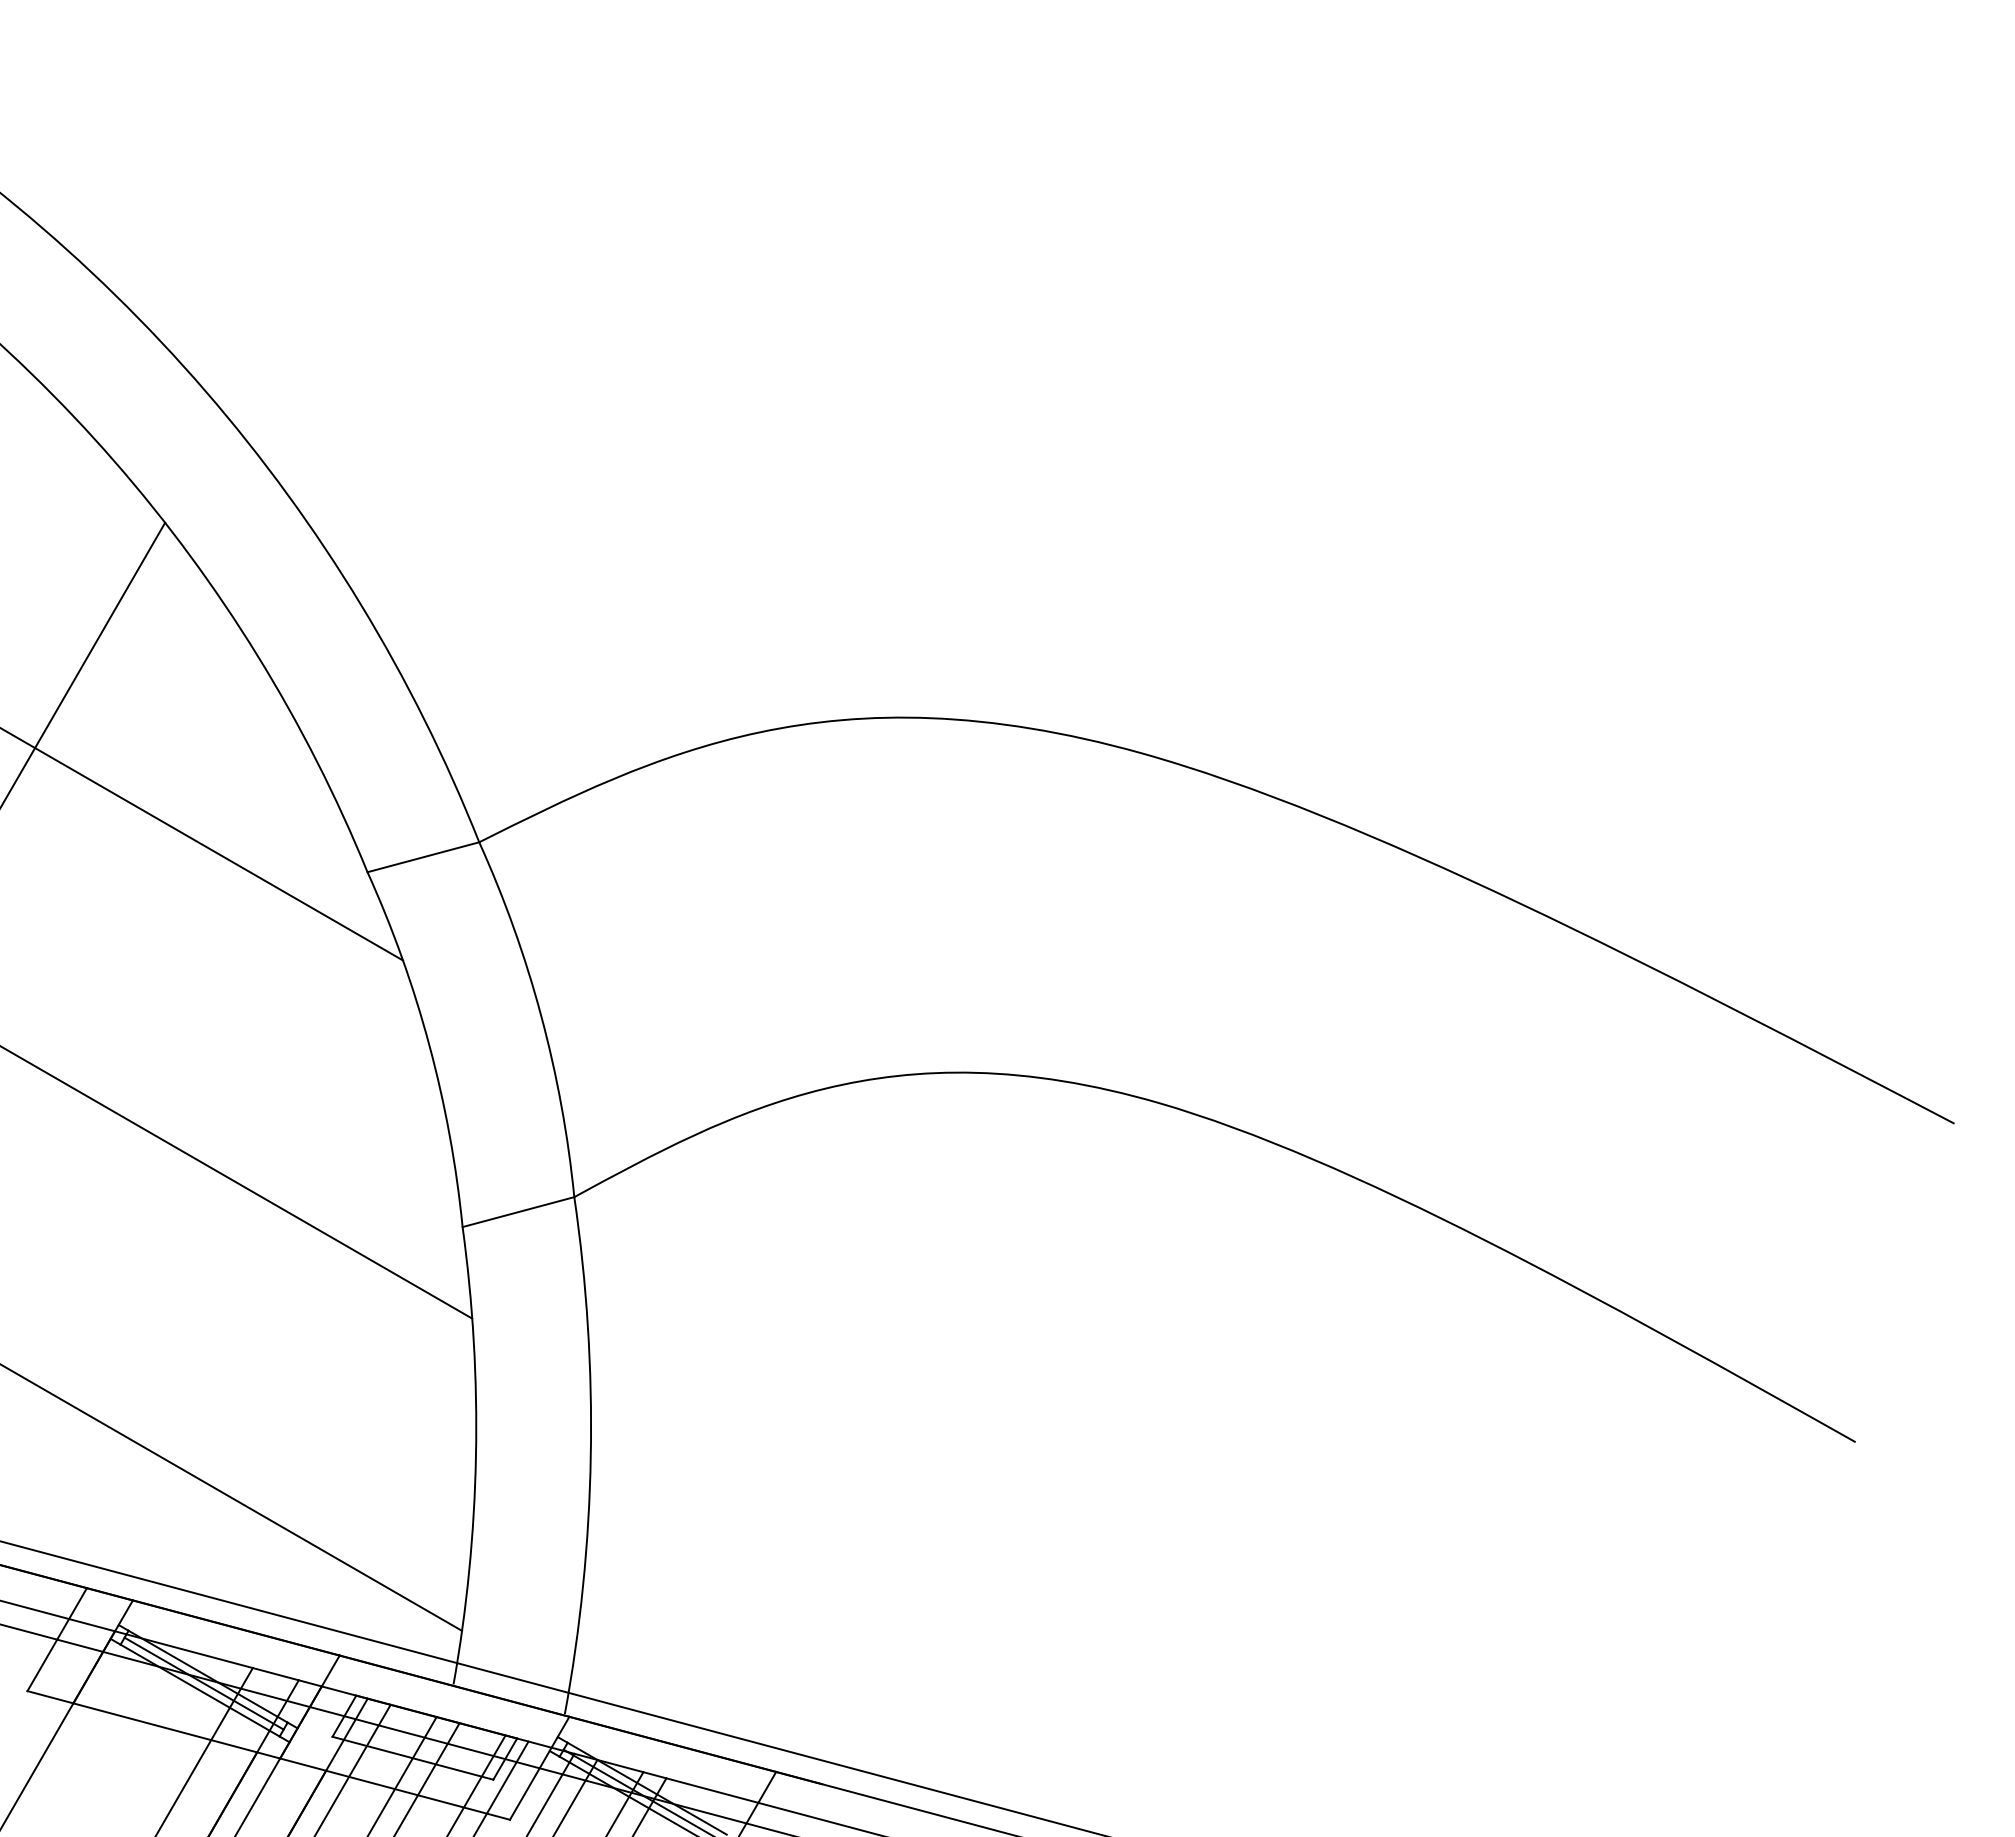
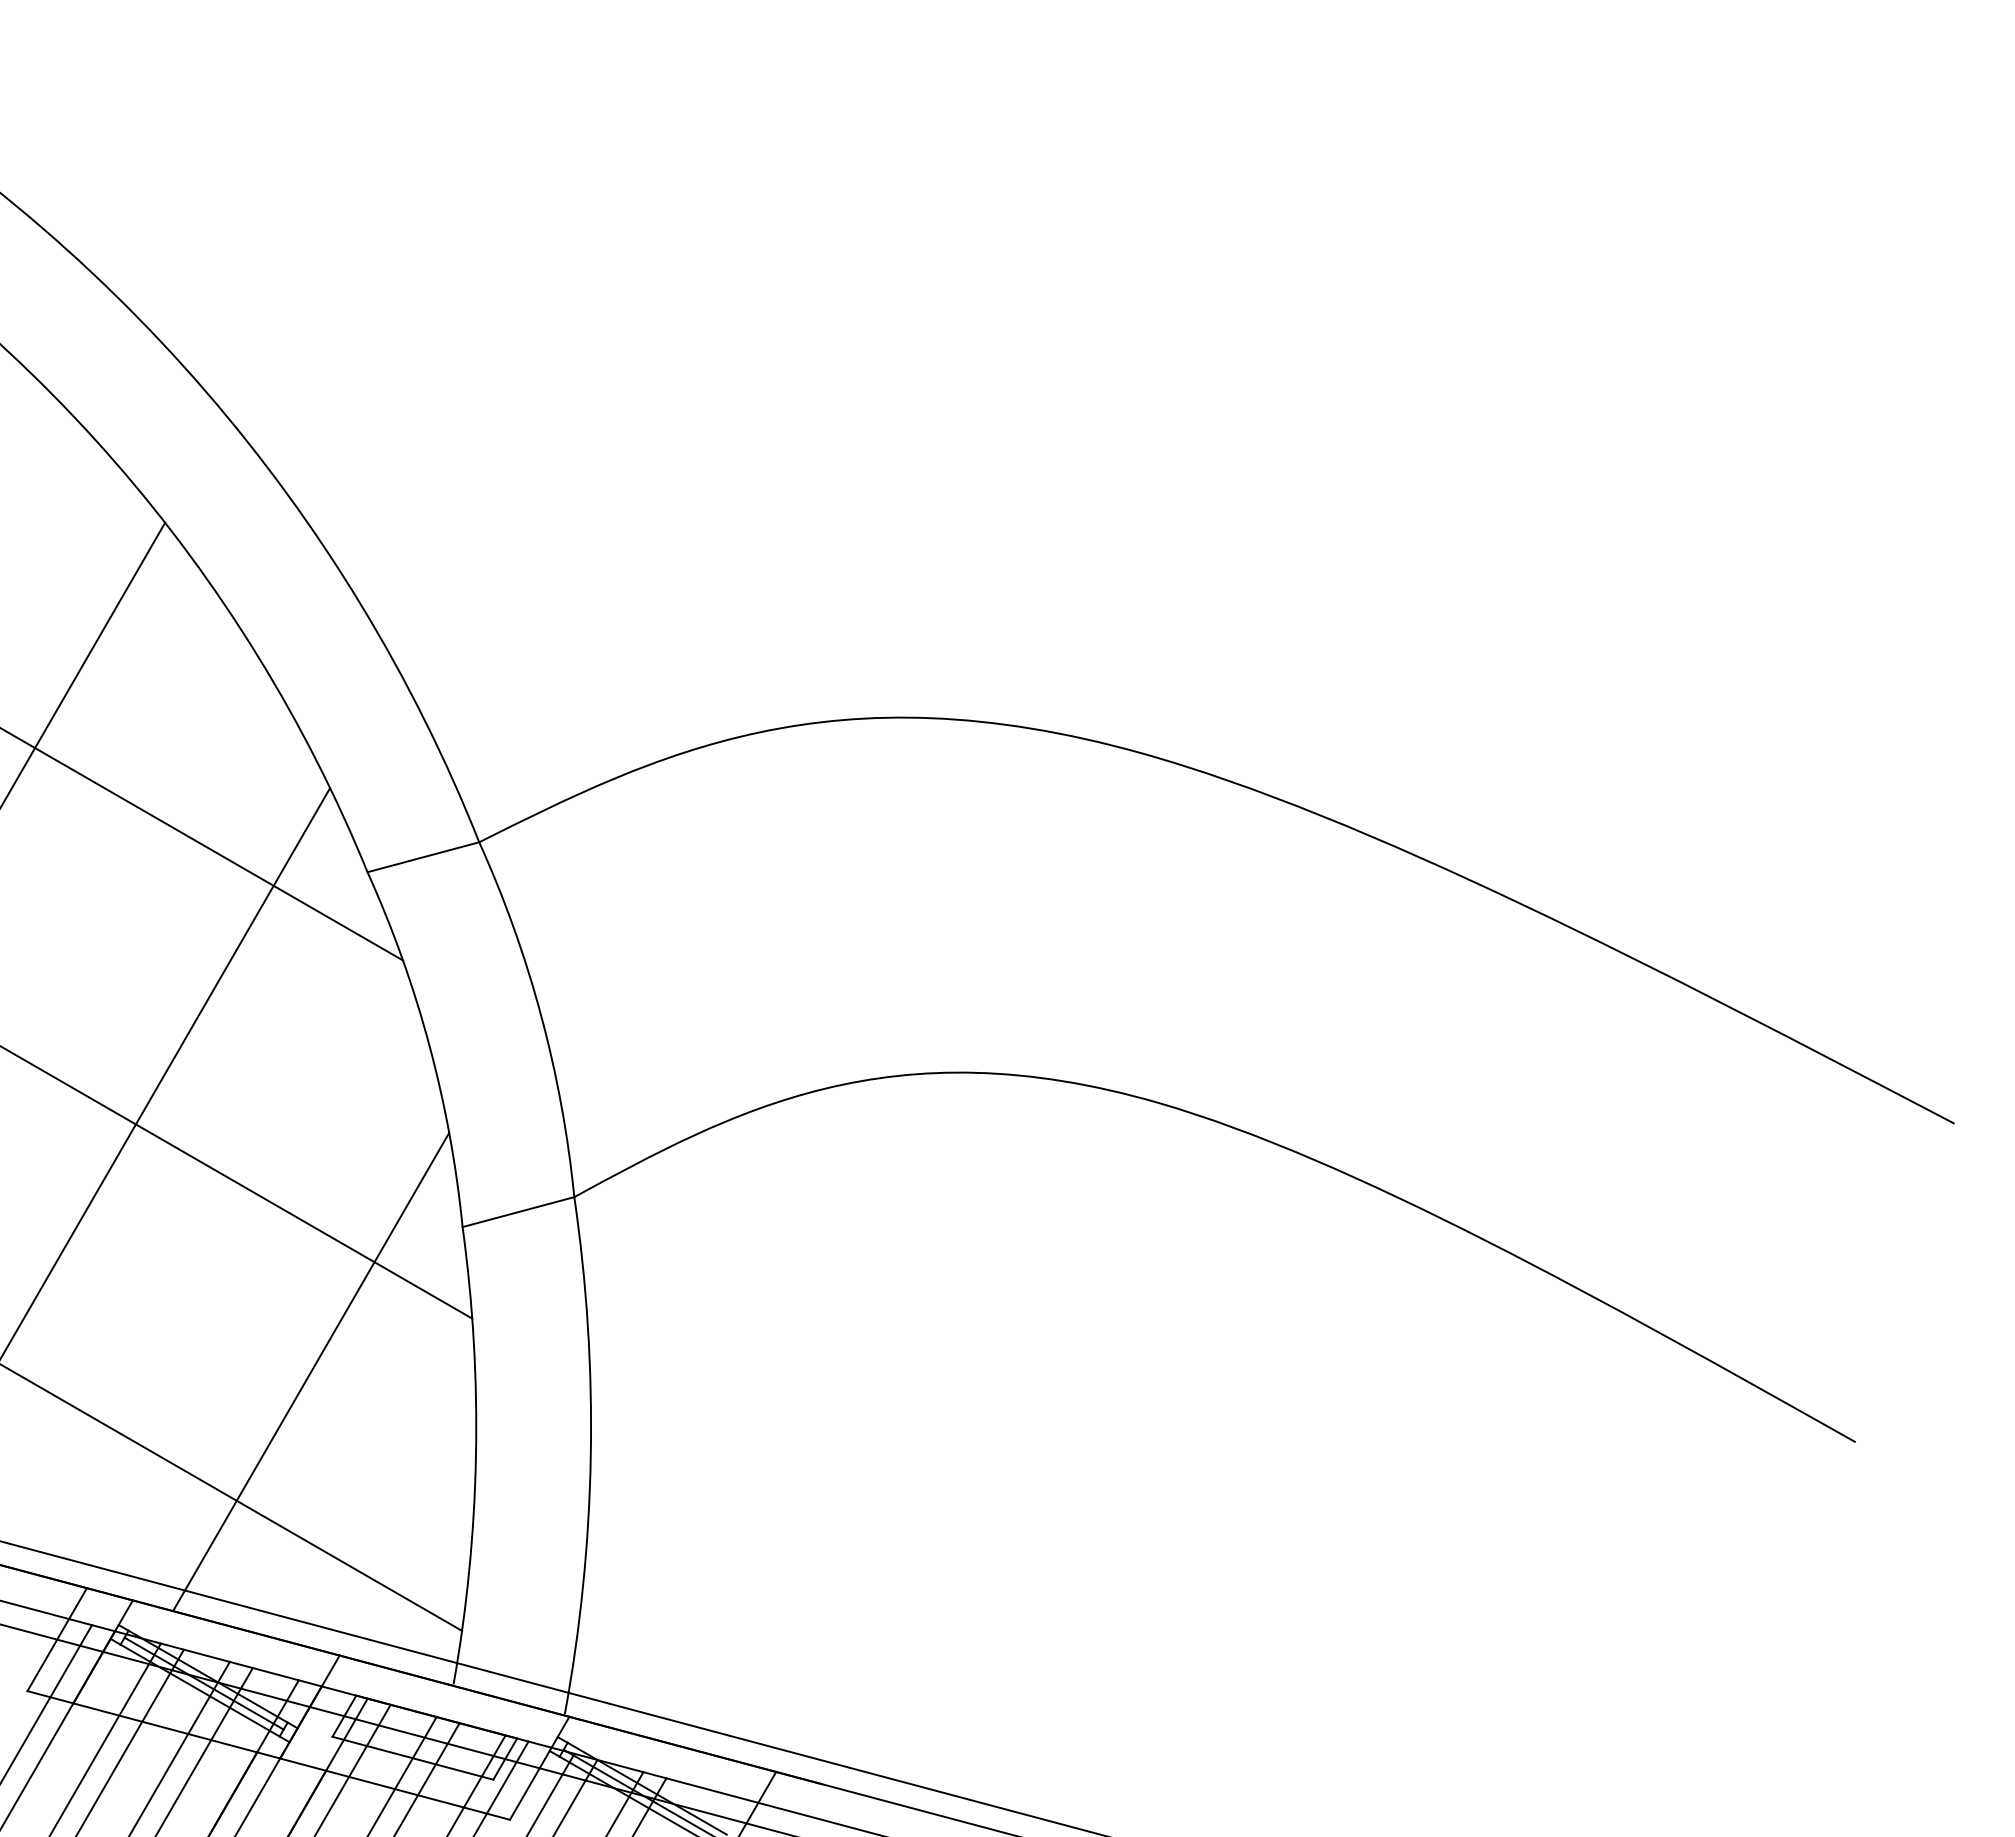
line at (166, 1072): none -> present
line at (311, 1370): none -> present
line at (47, 1703): none -> present
line at (105, 1738): none -> present
line at (130, 1741): none -> present
line at (179, 1747): none -> present
